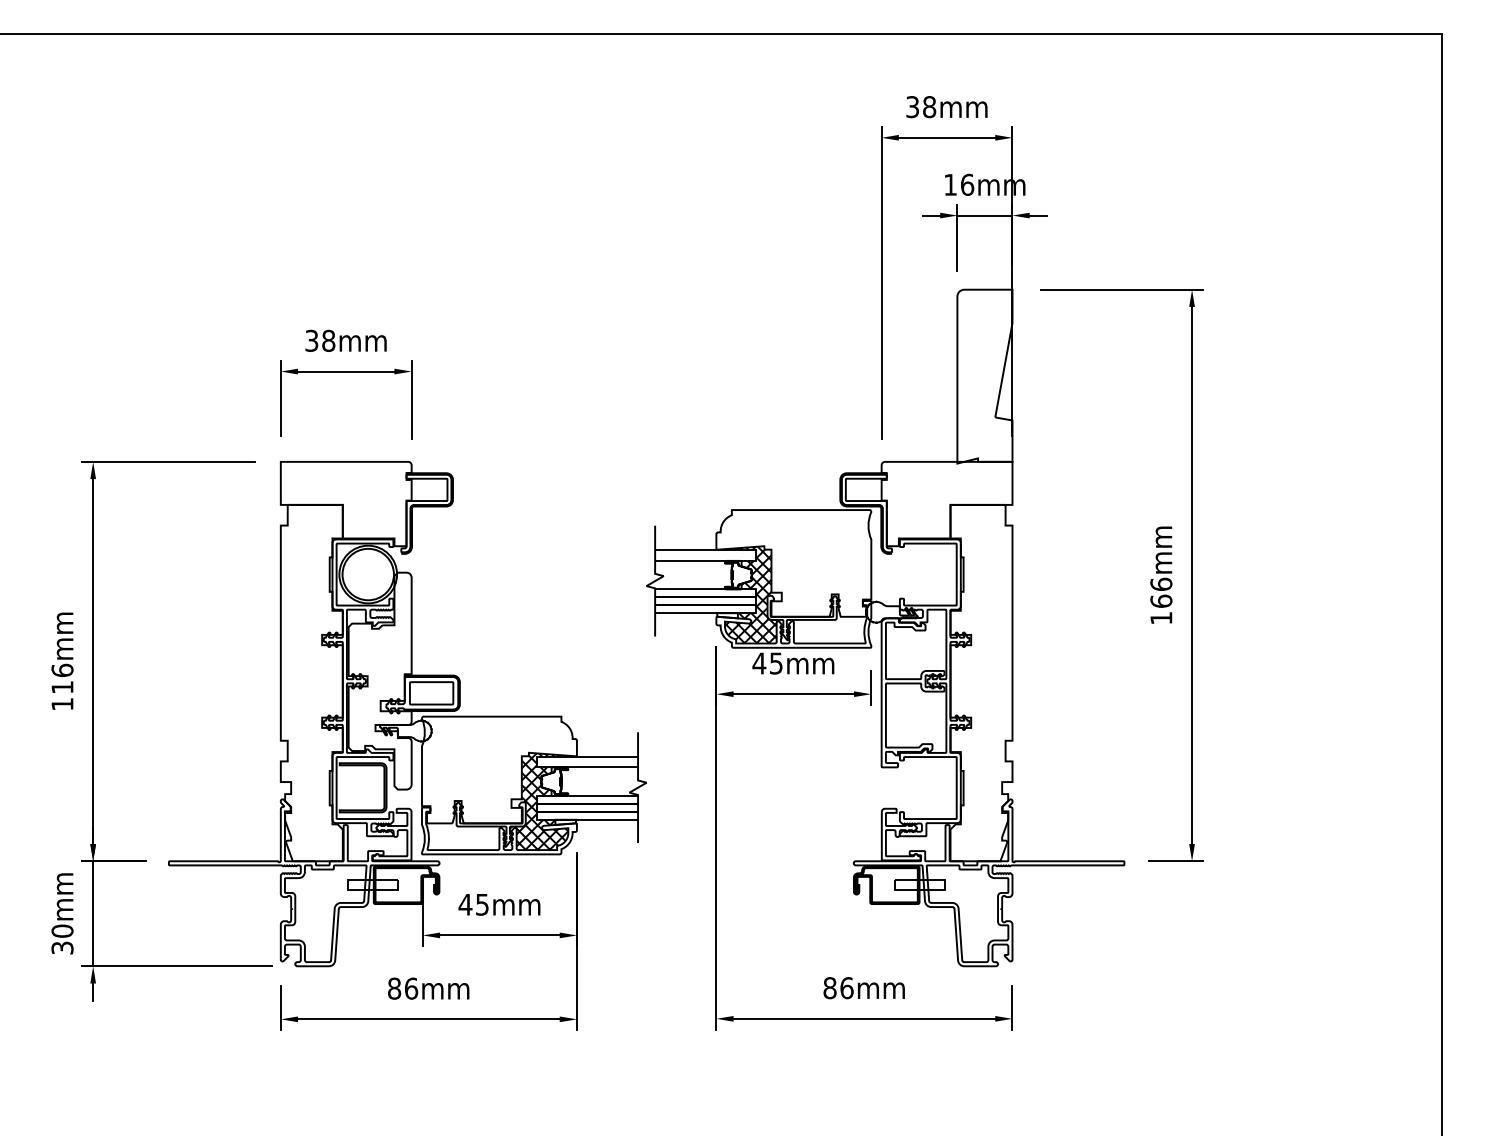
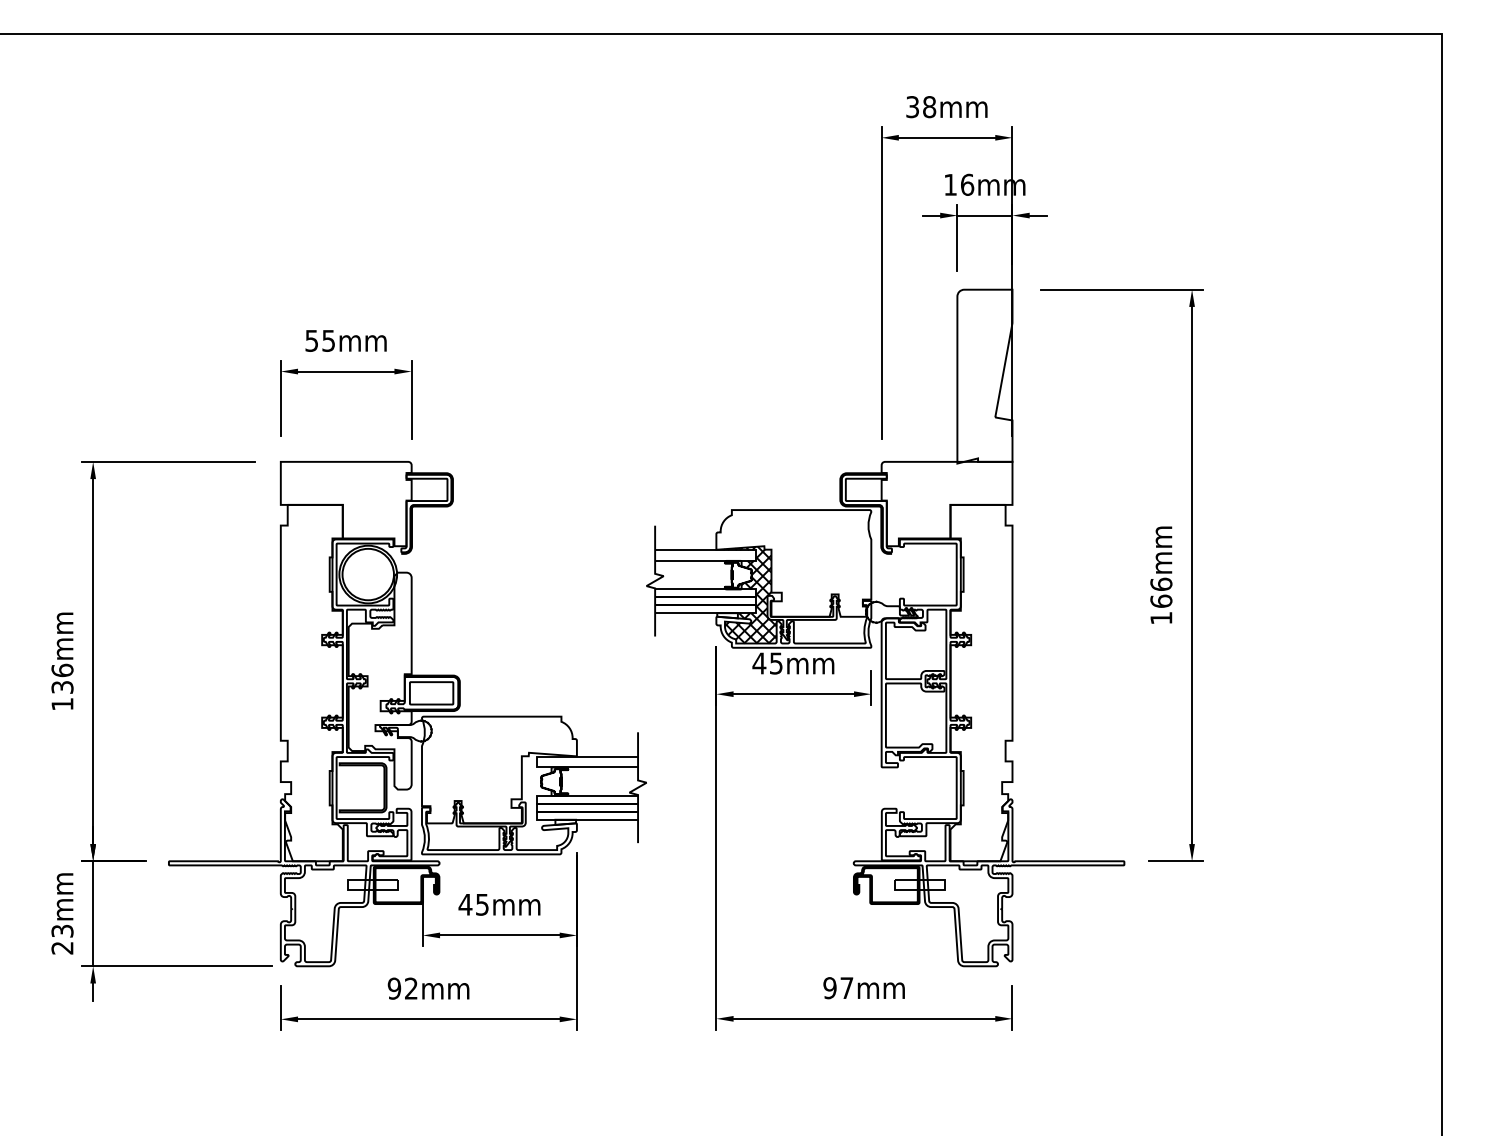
text at (320, 340): 38mm -> 55mm
text at (62, 687): 116mm -> 136mm
hatch at (539, 801): present -> none
text at (62, 939): 30mm -> 23mm
text at (402, 988): 86mm -> 92mm
text at (838, 988): 86mm -> 97mm
